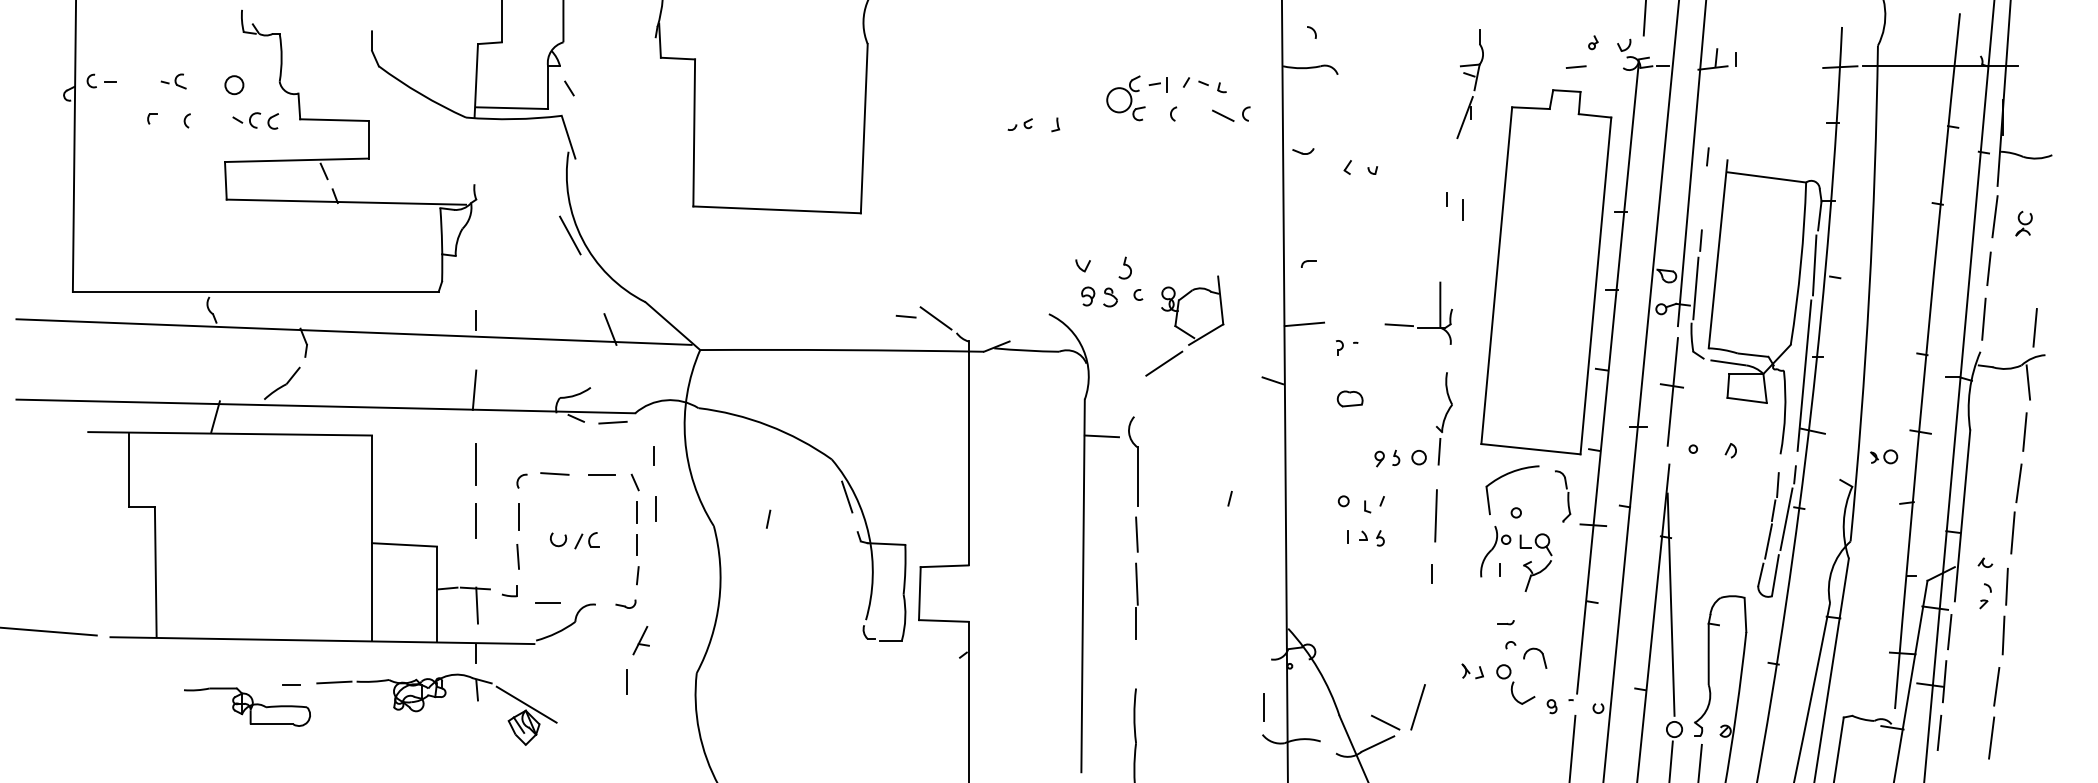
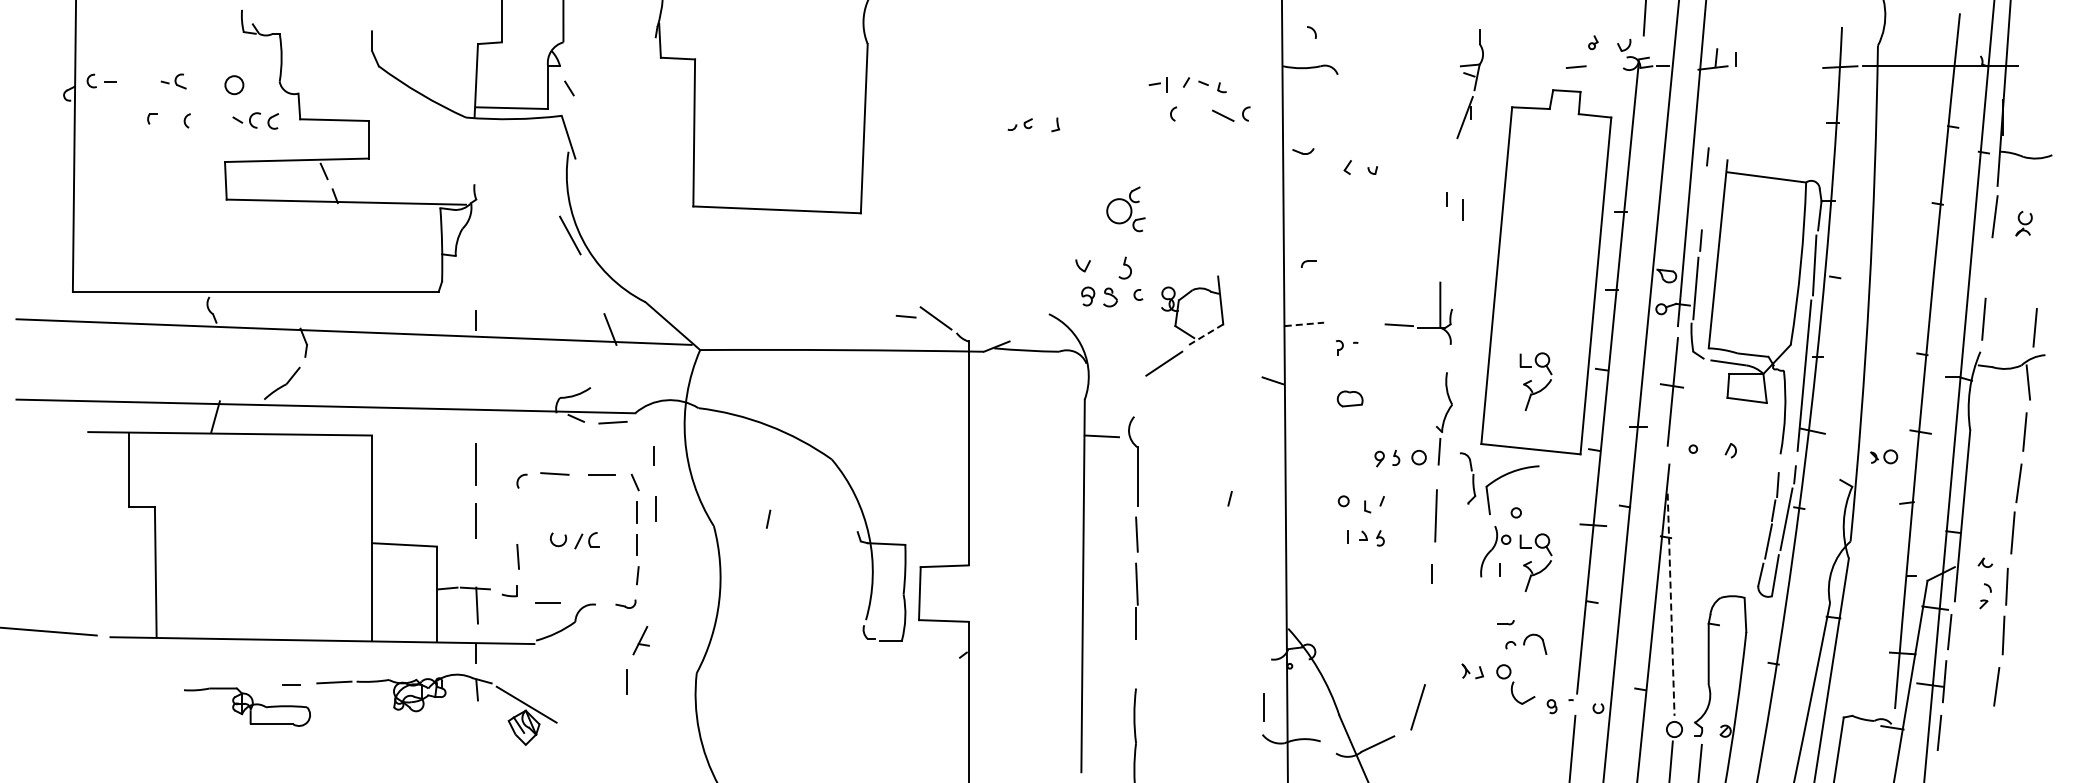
part at (1125, 98) position: (1125, 98) -> (1125, 209)
line at (1988, 268): present -> none
line at (1304, 324): solid -> dashed
line at (1206, 334): solid -> dashed
part at (1535, 381): none -> present
line at (474, 389): present -> none
line at (847, 496): present -> none
part at (1563, 496) position: (1563, 496) -> (1468, 478)
line at (519, 516): present -> none
line at (1671, 605): solid -> dashed
part at (1541, 654) position: (1541, 654) -> (1541, 640)
line at (1385, 722): present -> none
line at (1991, 737): present -> none
